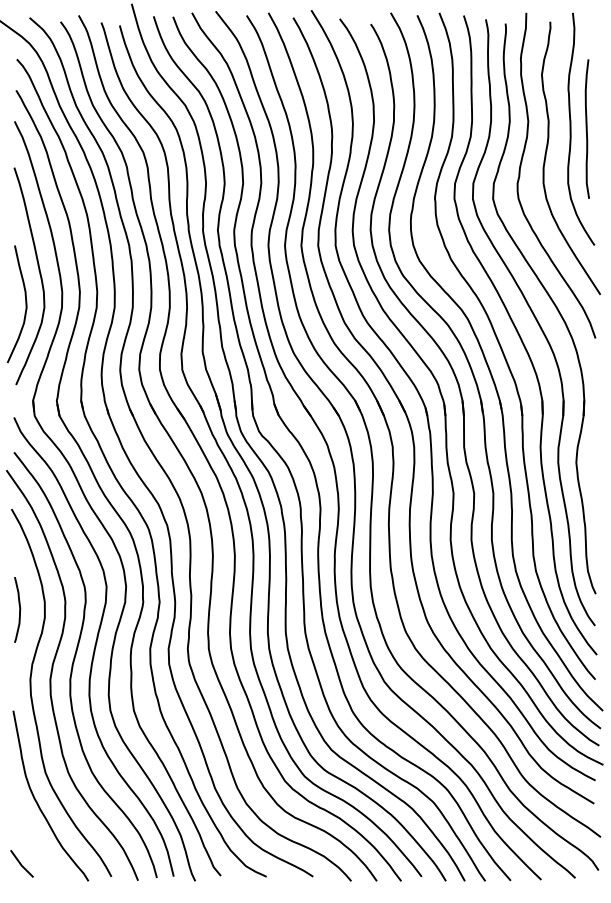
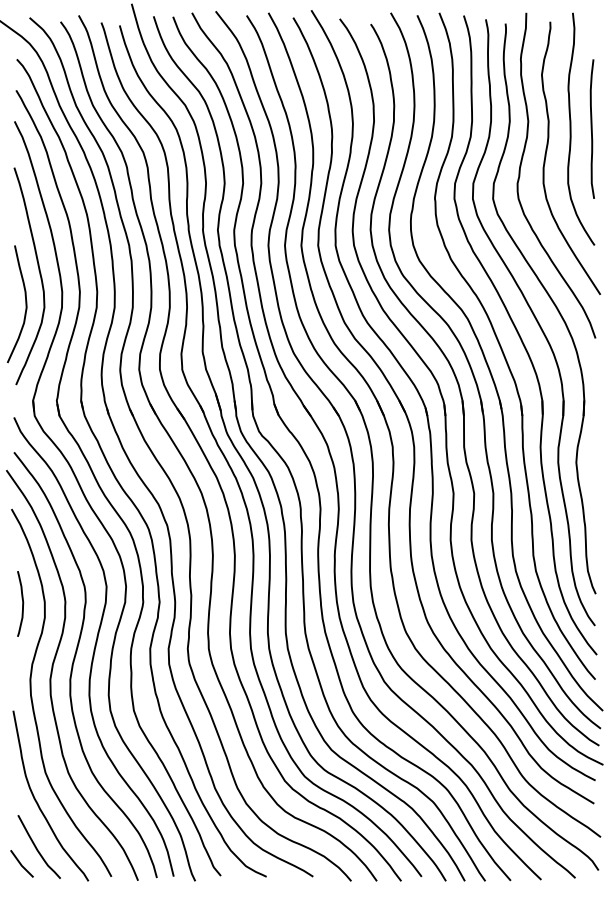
curve at (586, 128) position: (586, 128) -> (591, 128)
curve at (19, 609) position: (19, 609) -> (22, 603)
curve at (36, 846): none -> present
